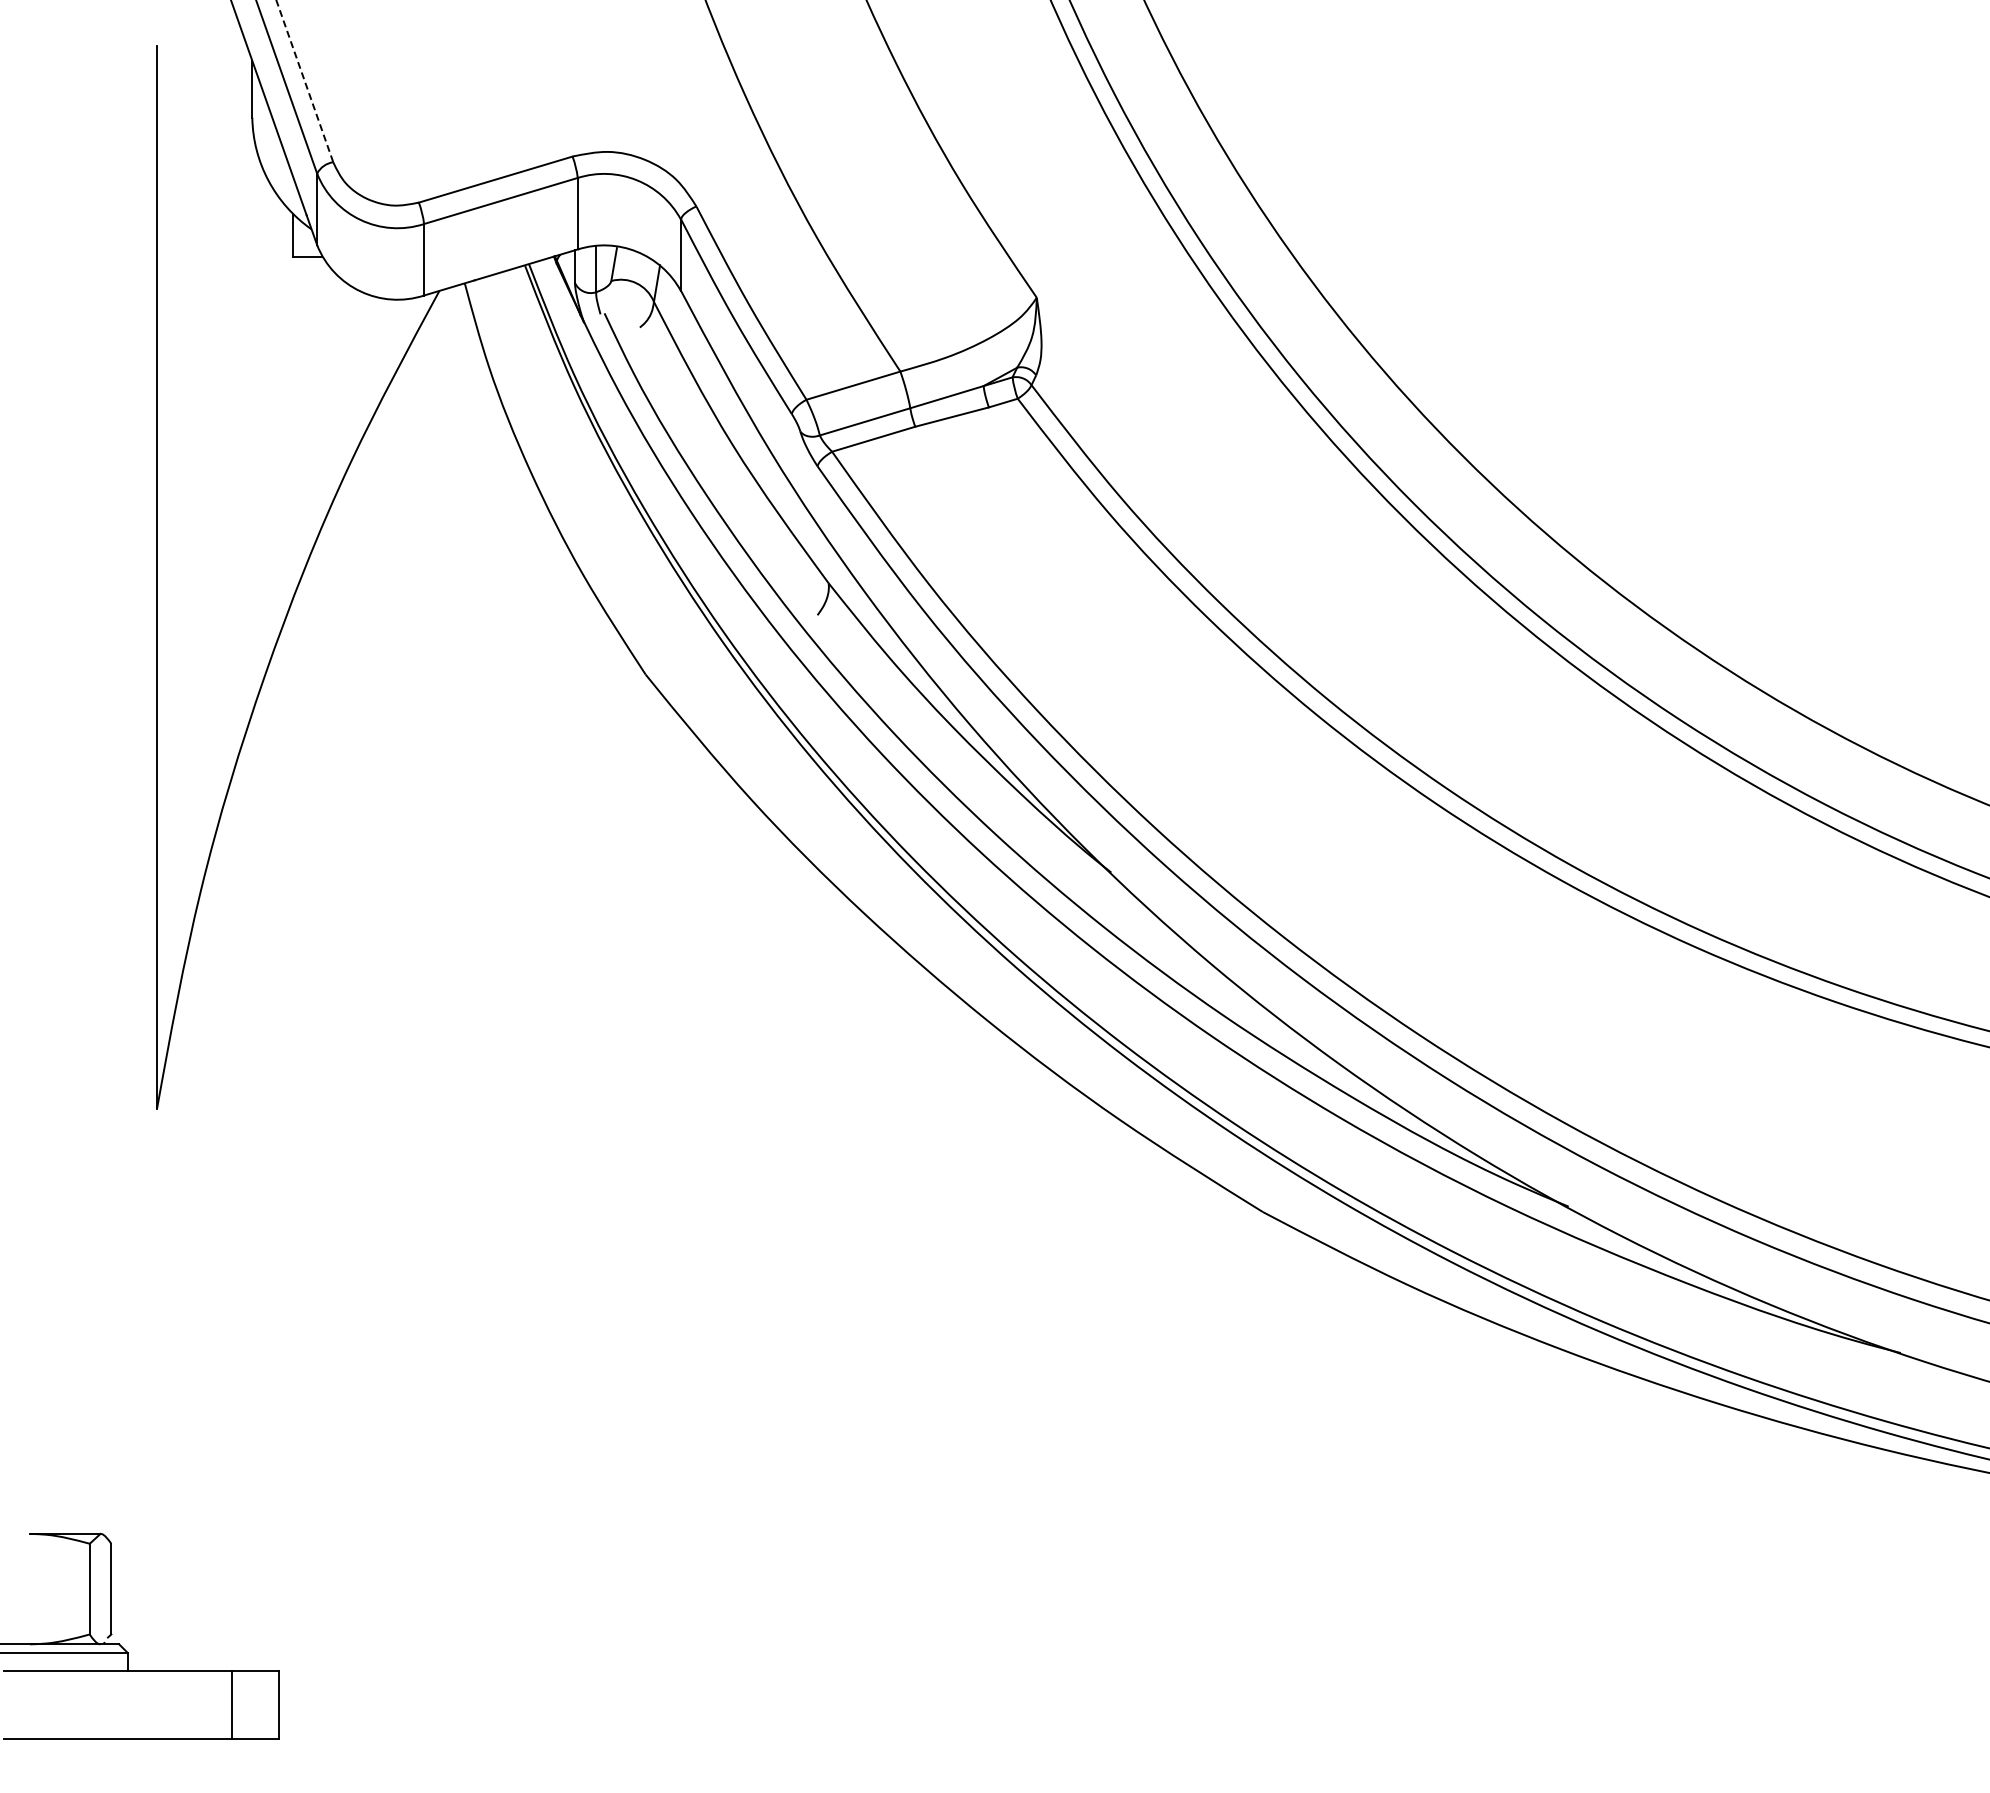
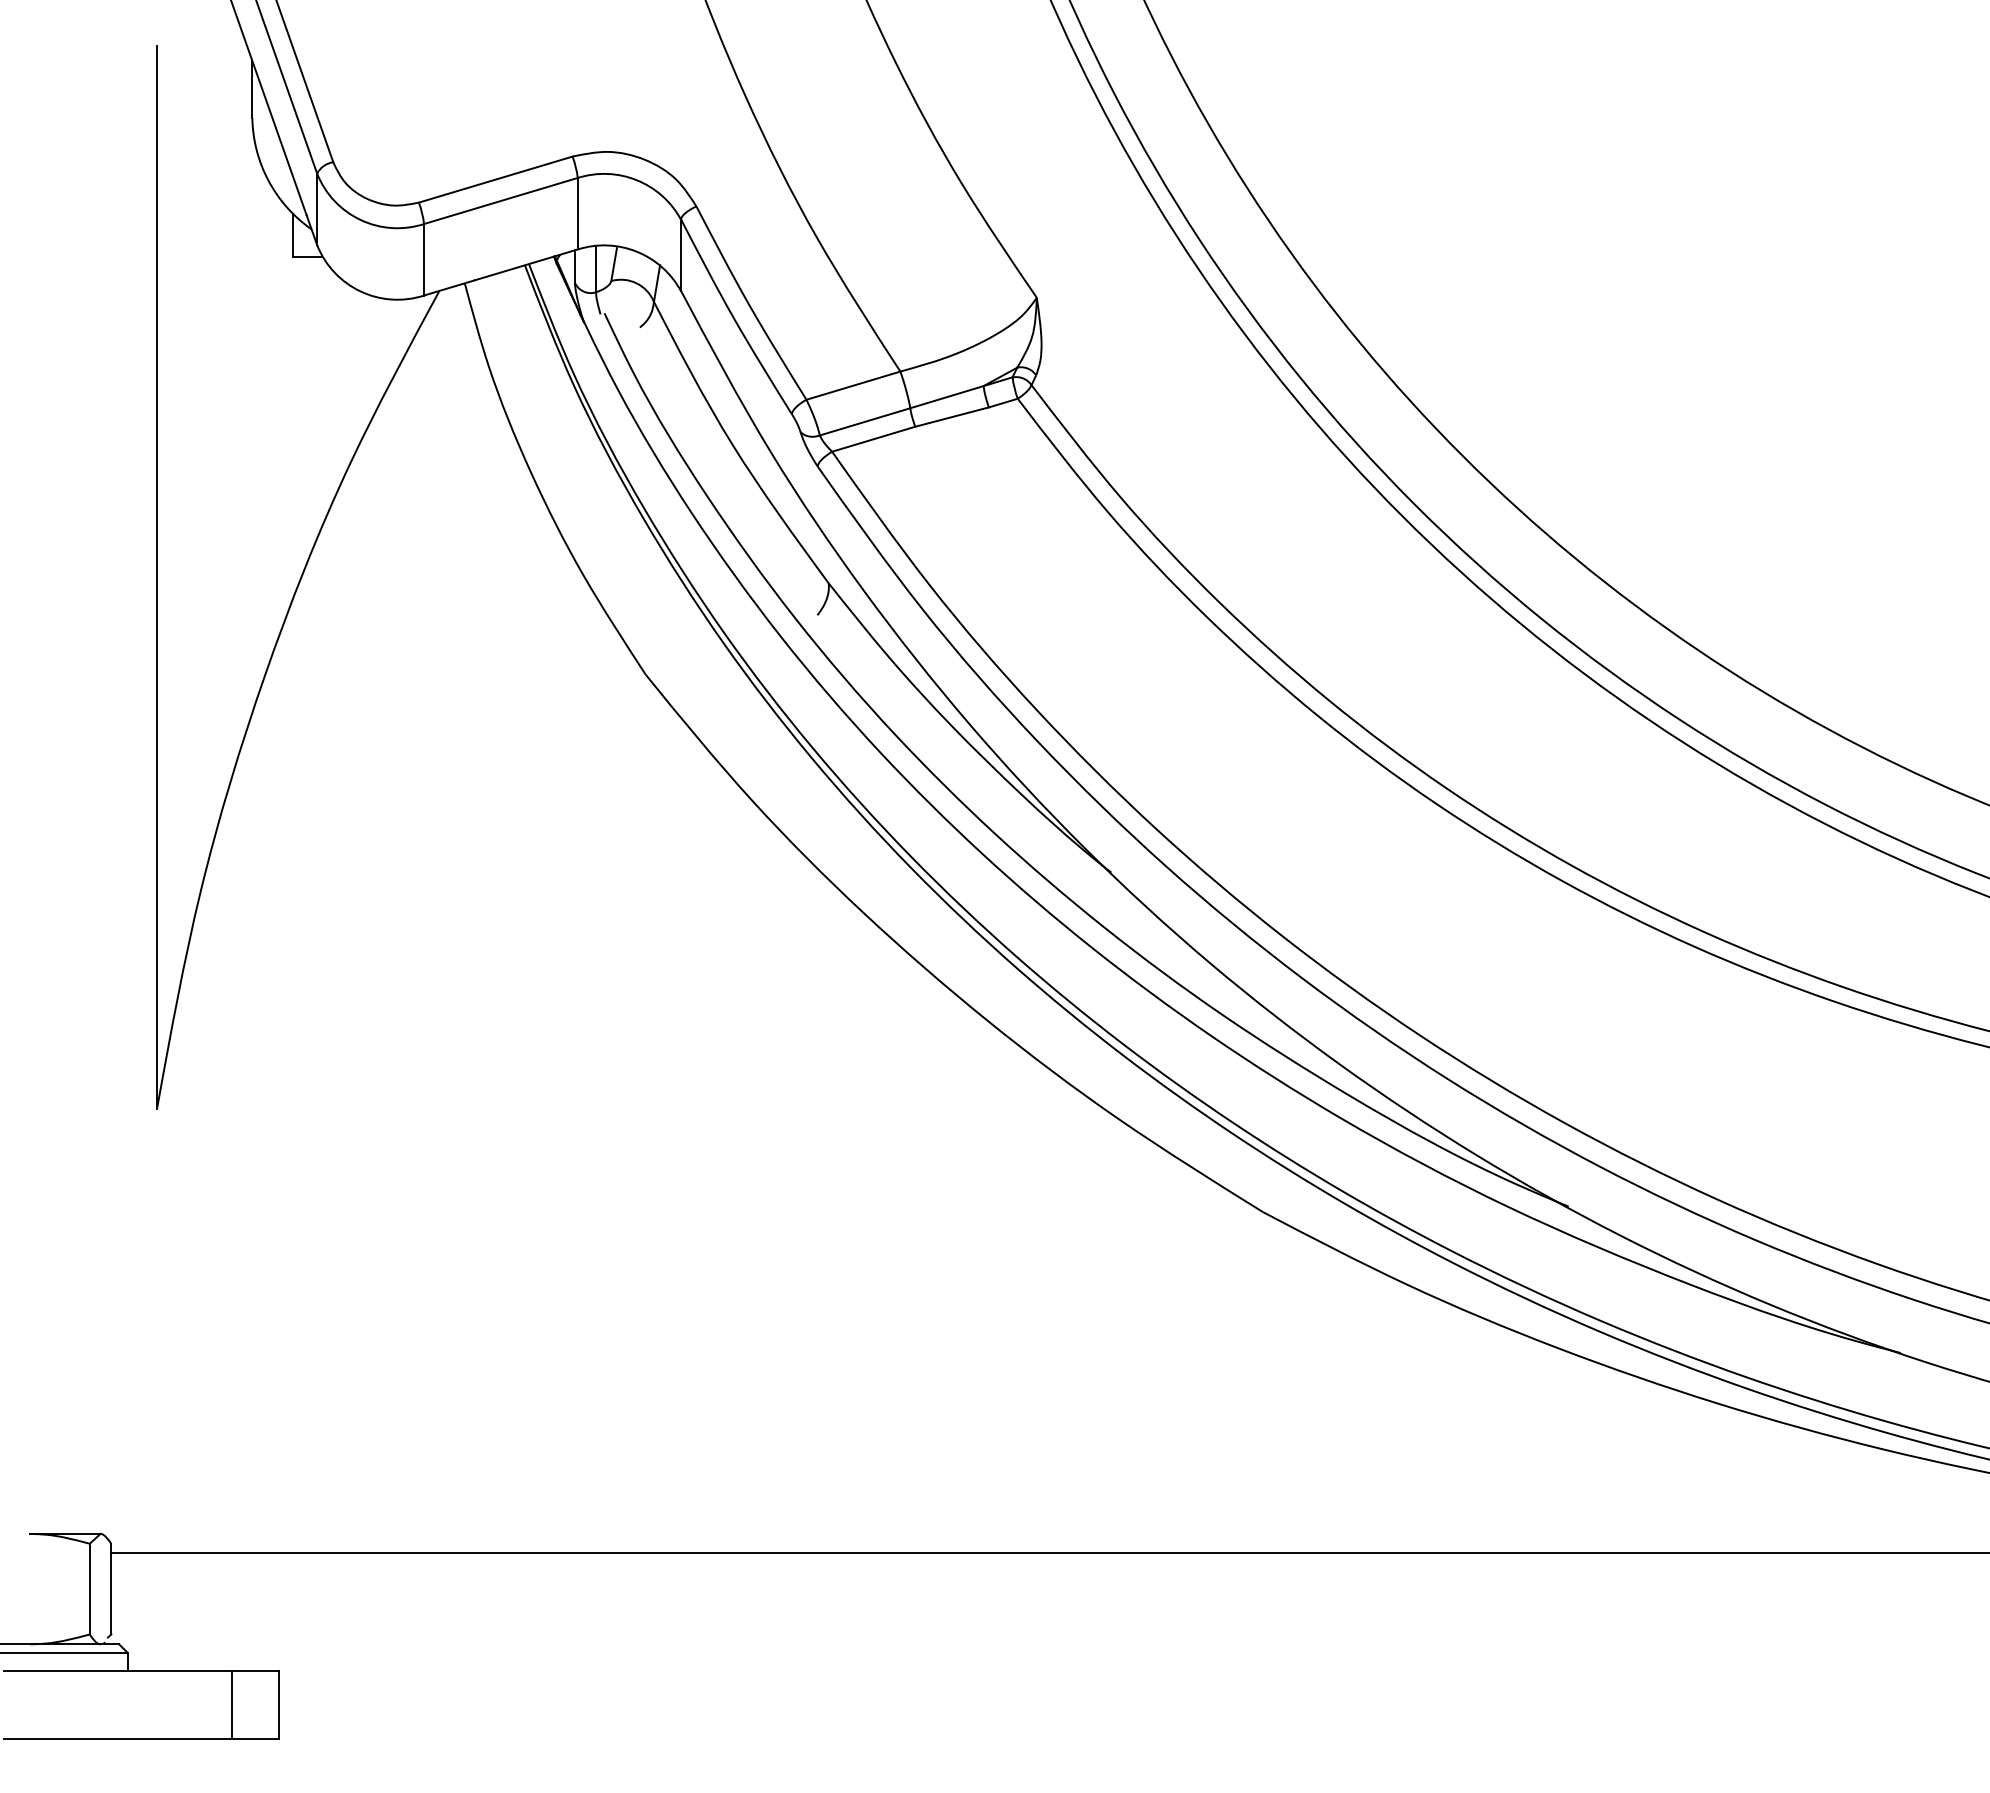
line at (304, 81): dashed -> solid
line at (1048, 1552): none -> present
